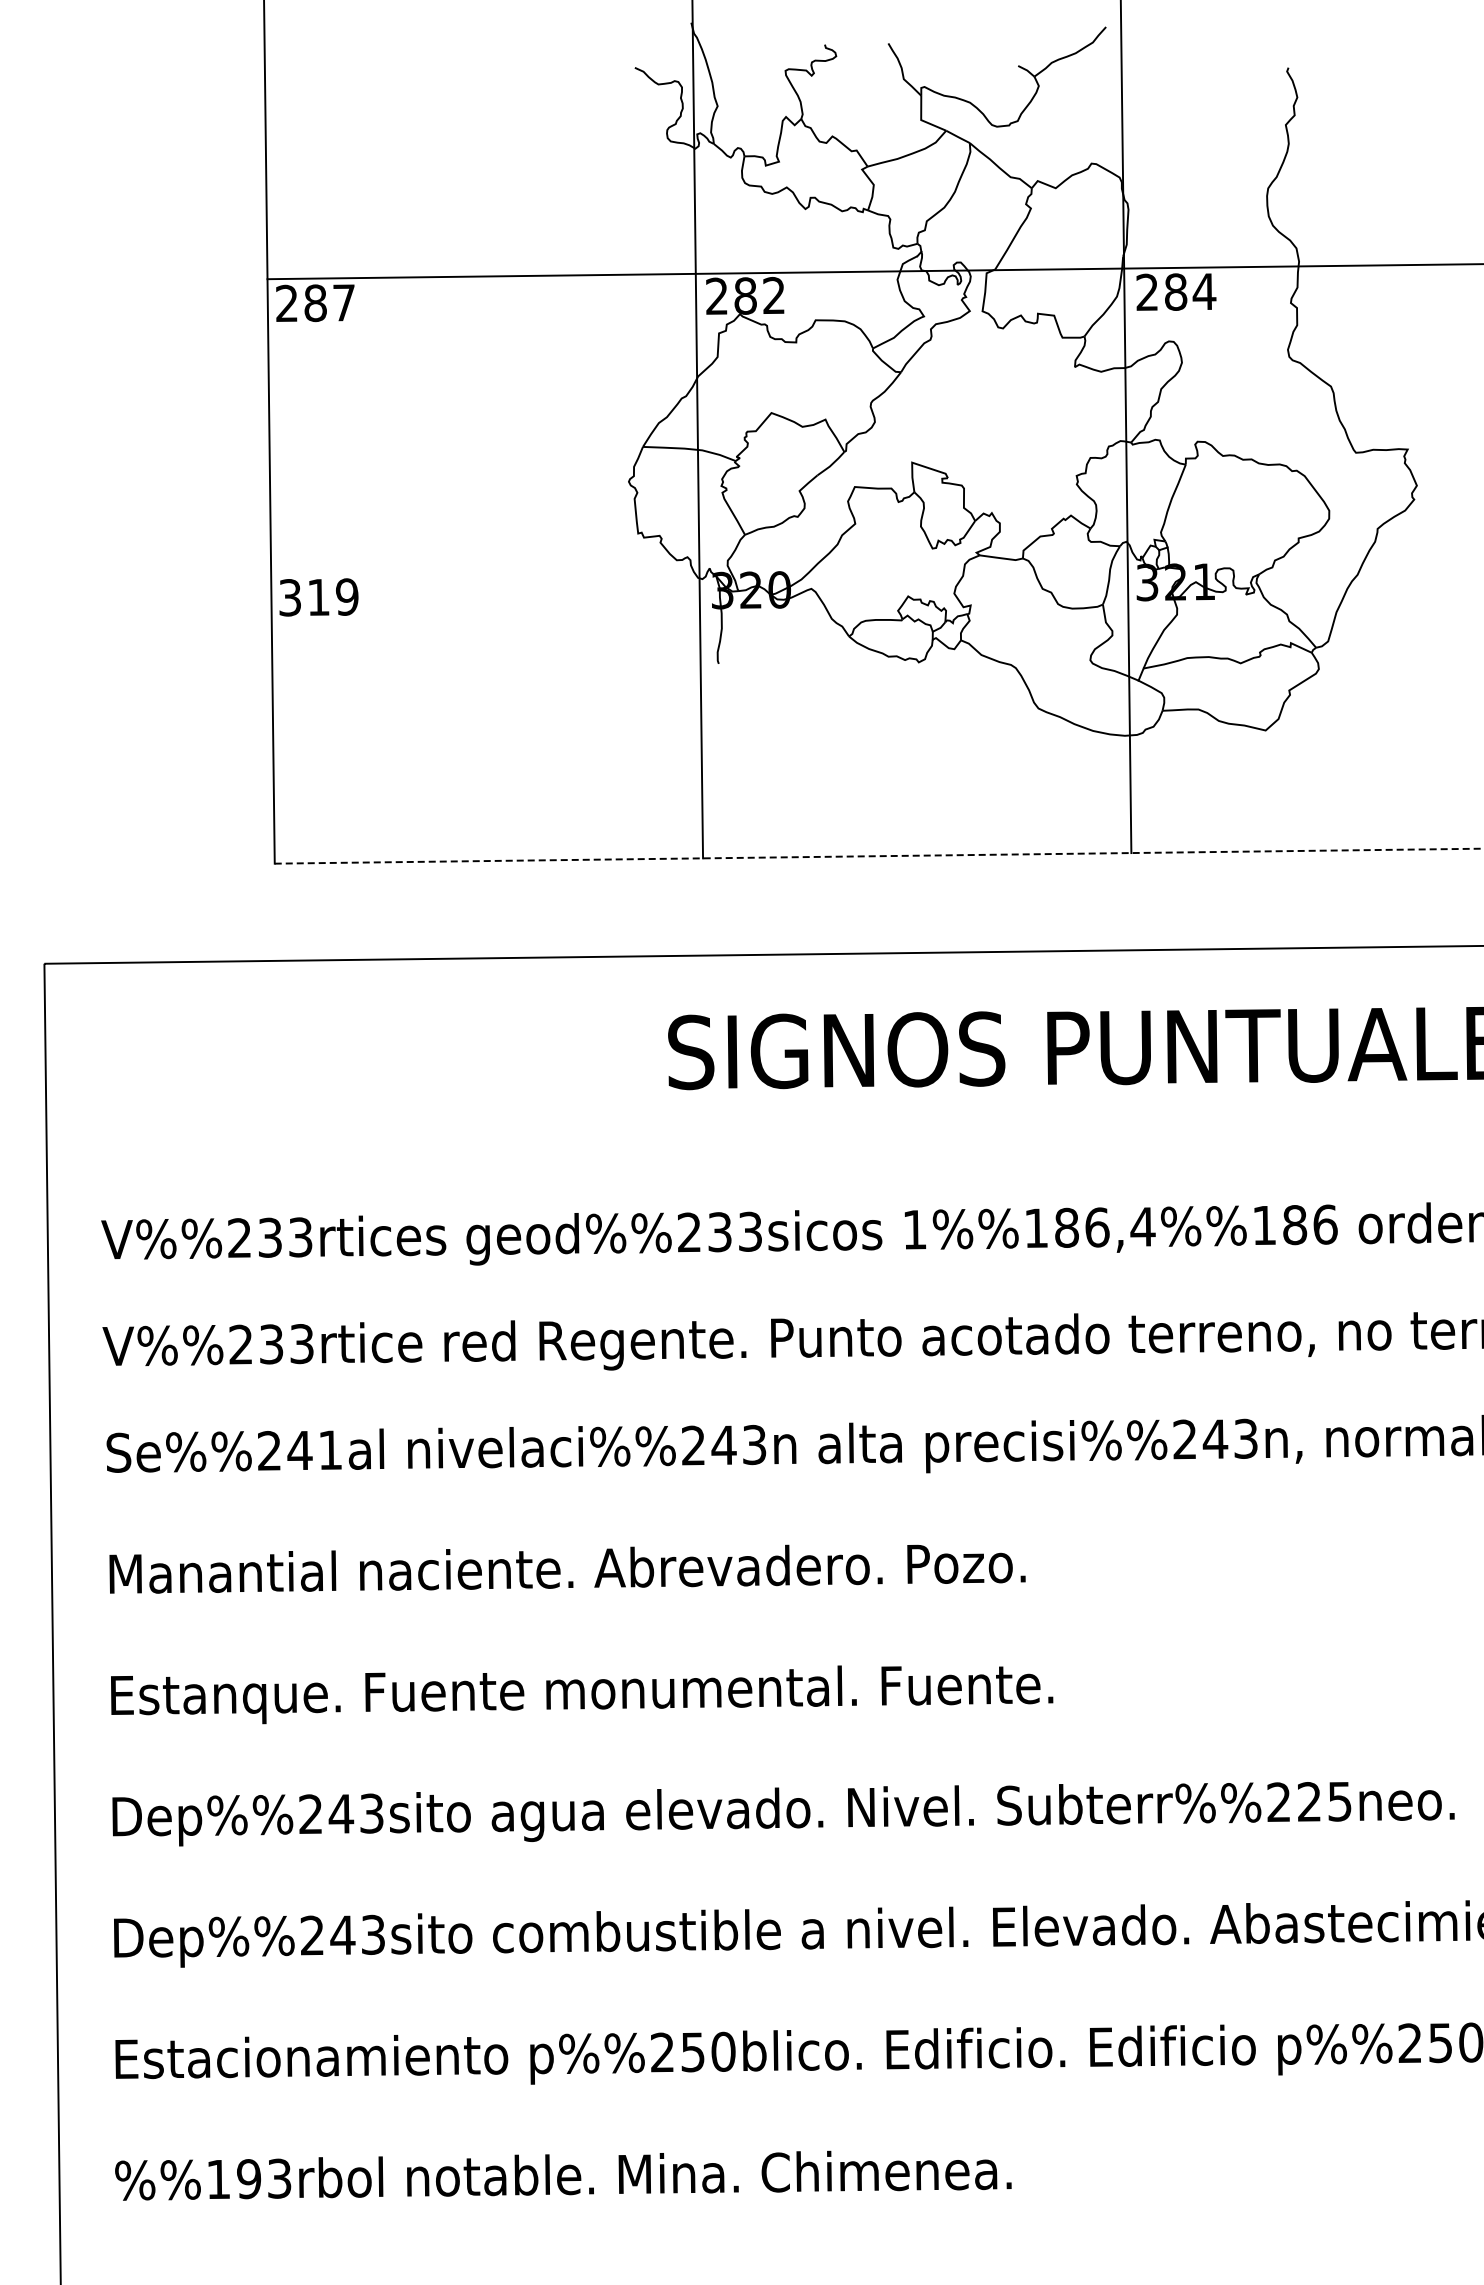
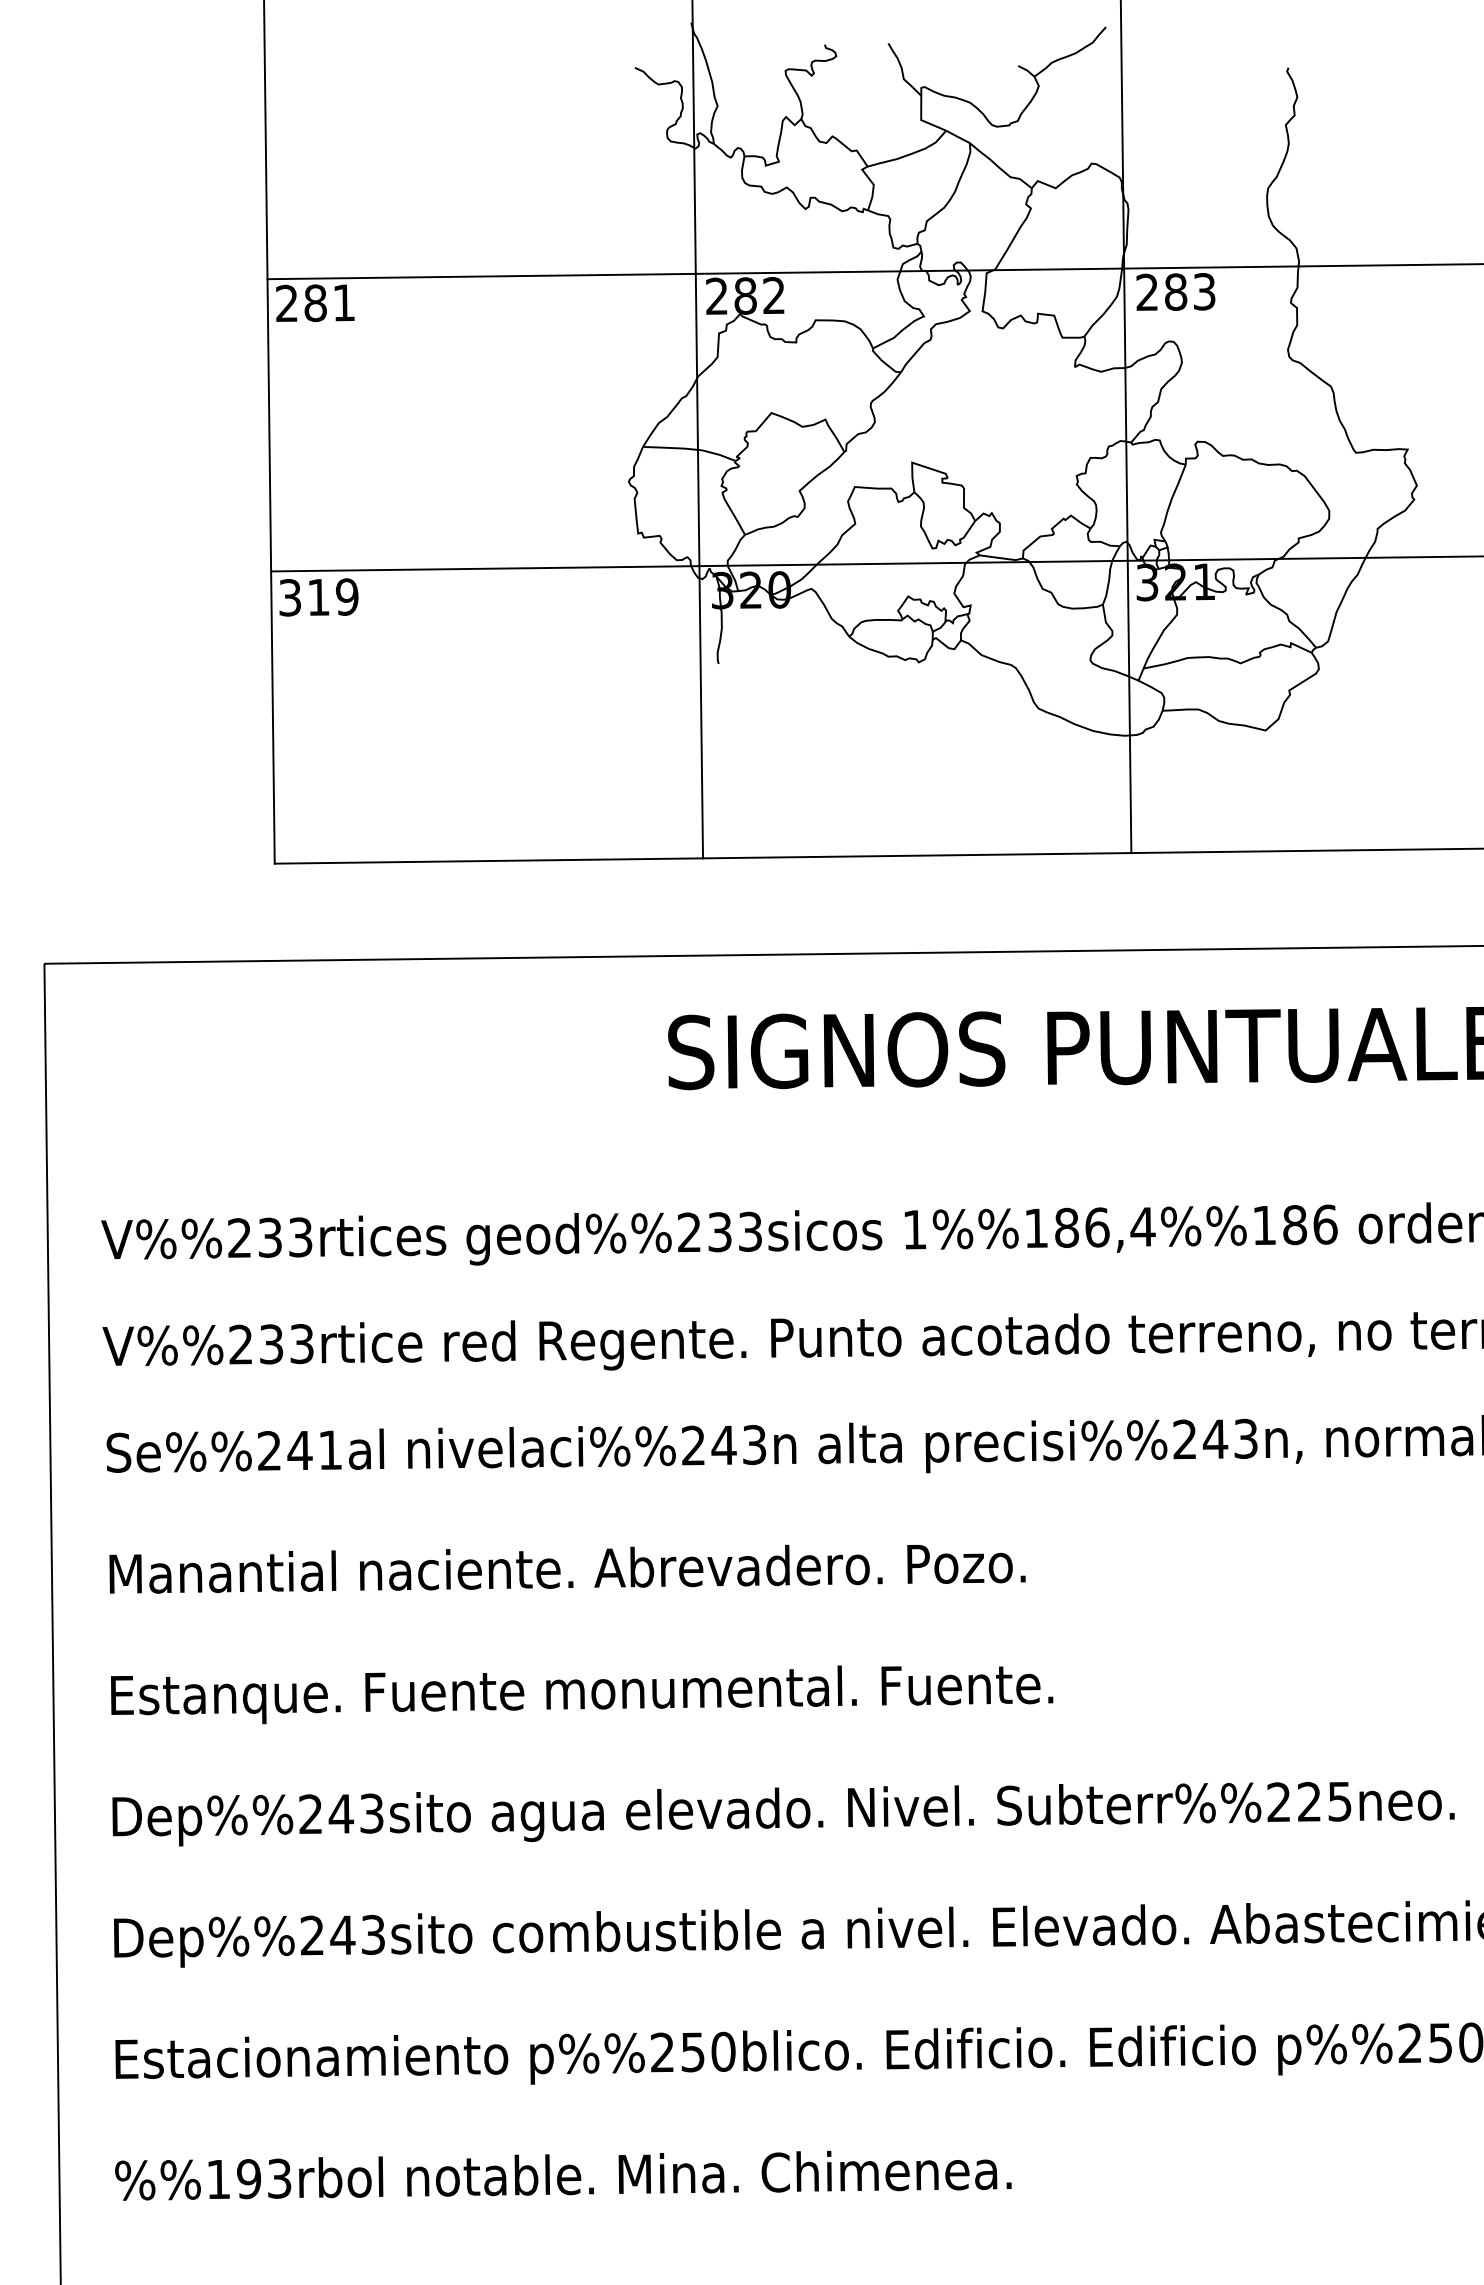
text at (1204, 291): 284 -> 283
text at (343, 302): 287 -> 281
line at (875, 563): none -> present
line at (879, 856): dashed -> solid
